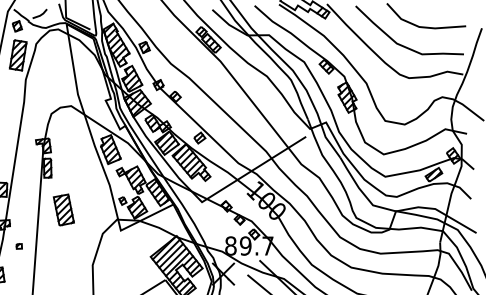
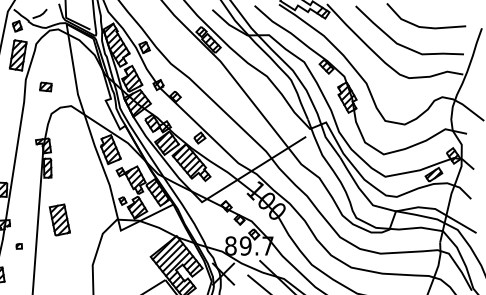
part at (45, 86): none -> present
part at (63, 209) position: (63, 209) -> (59, 219)
